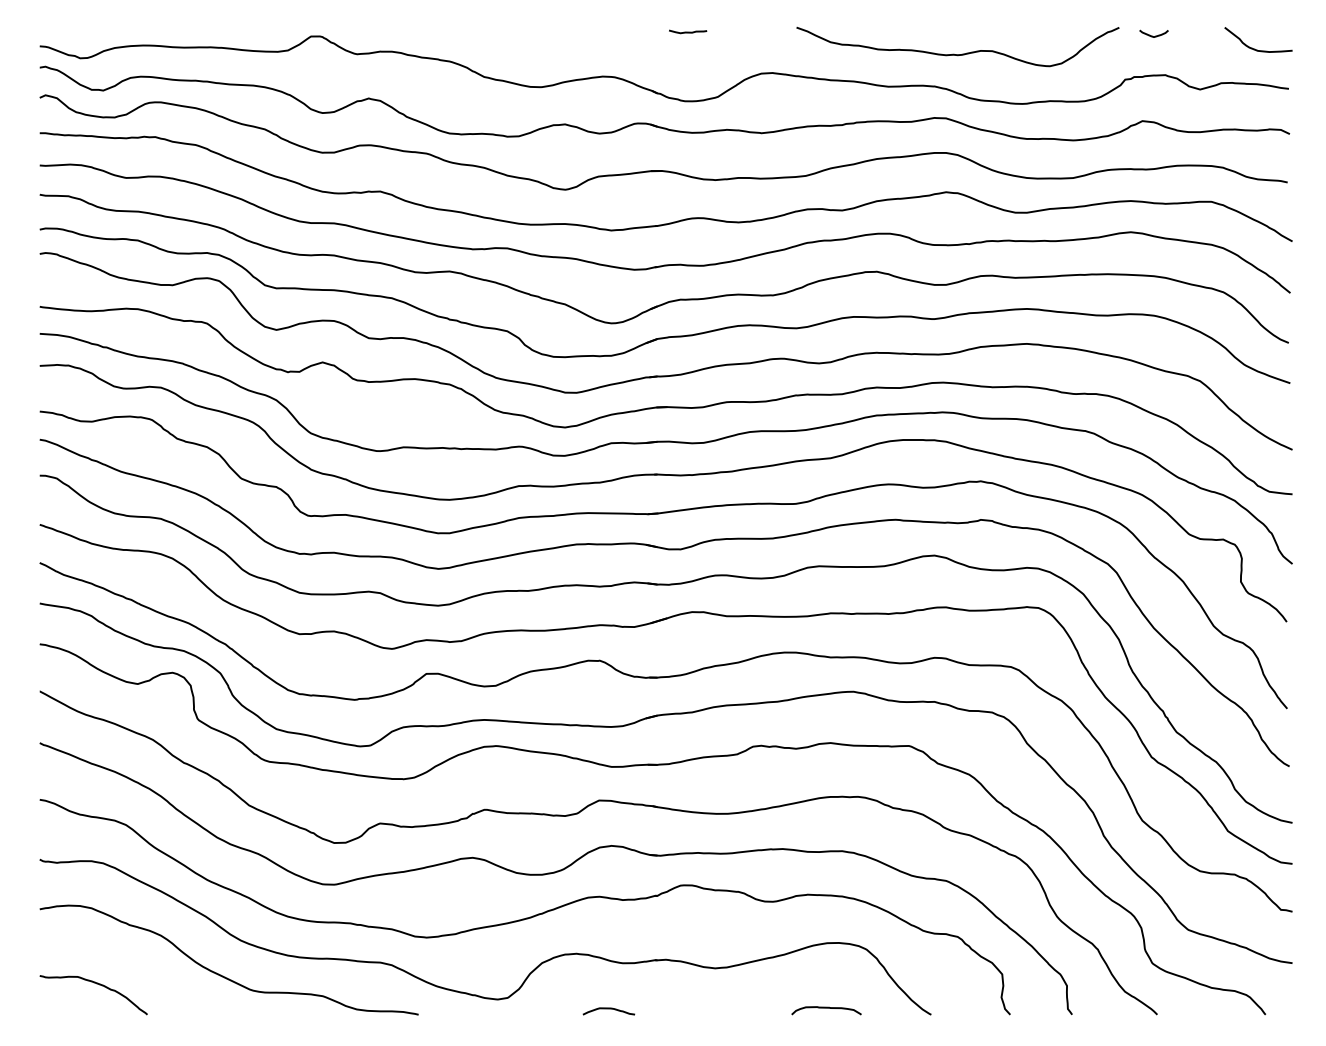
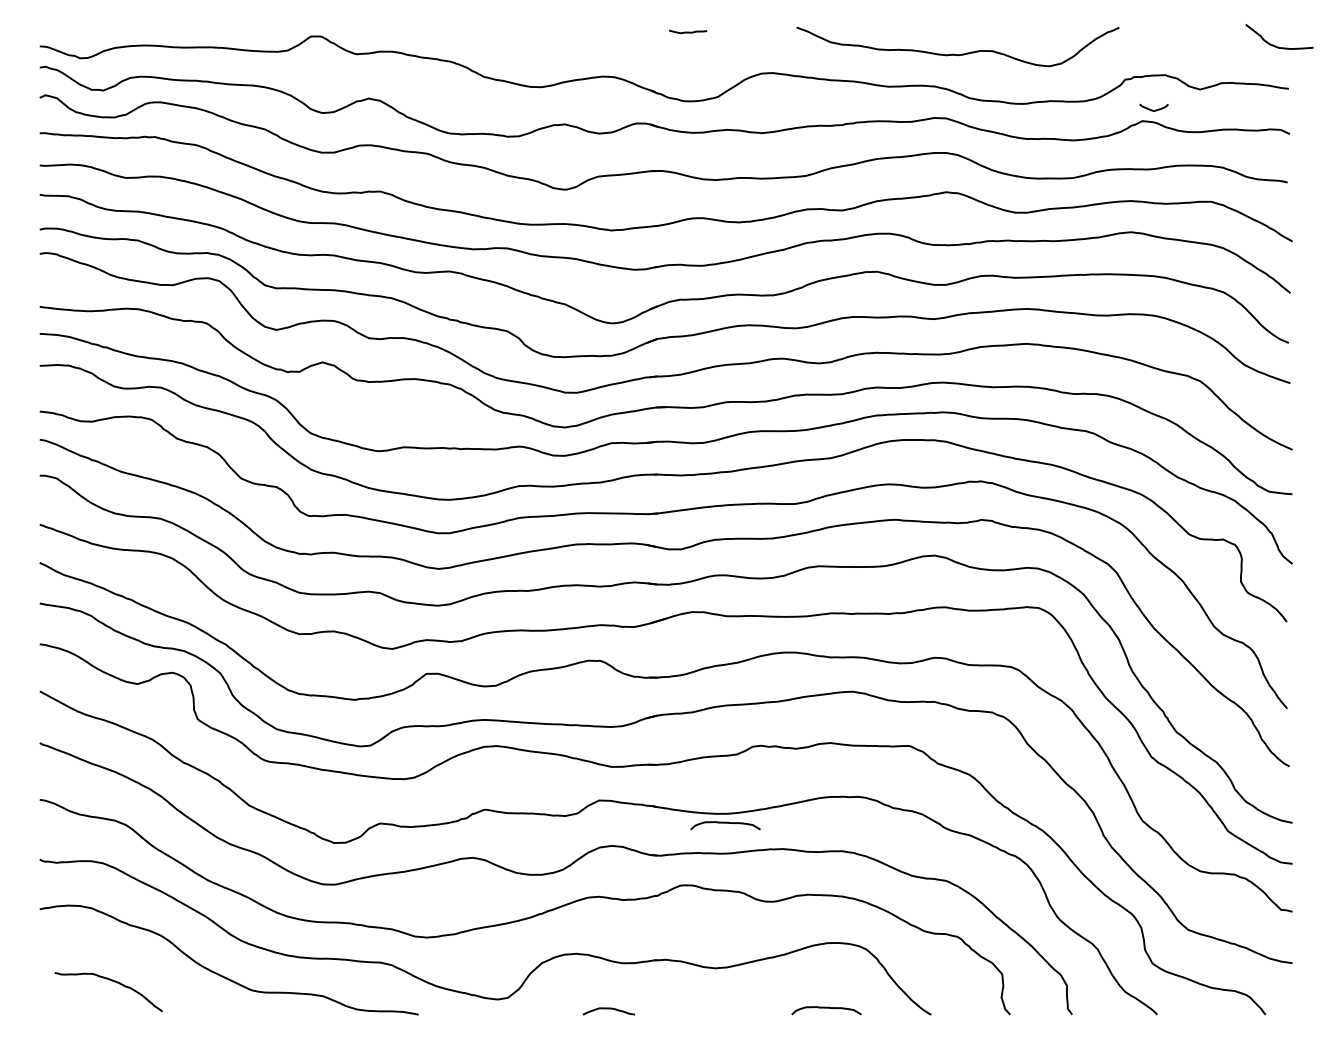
curve at (1152, 35) position: (1152, 35) -> (1152, 109)
curve at (1254, 48) position: (1254, 48) -> (1275, 45)
curve at (725, 823): none -> present
curve at (96, 984) position: (96, 984) -> (111, 981)
